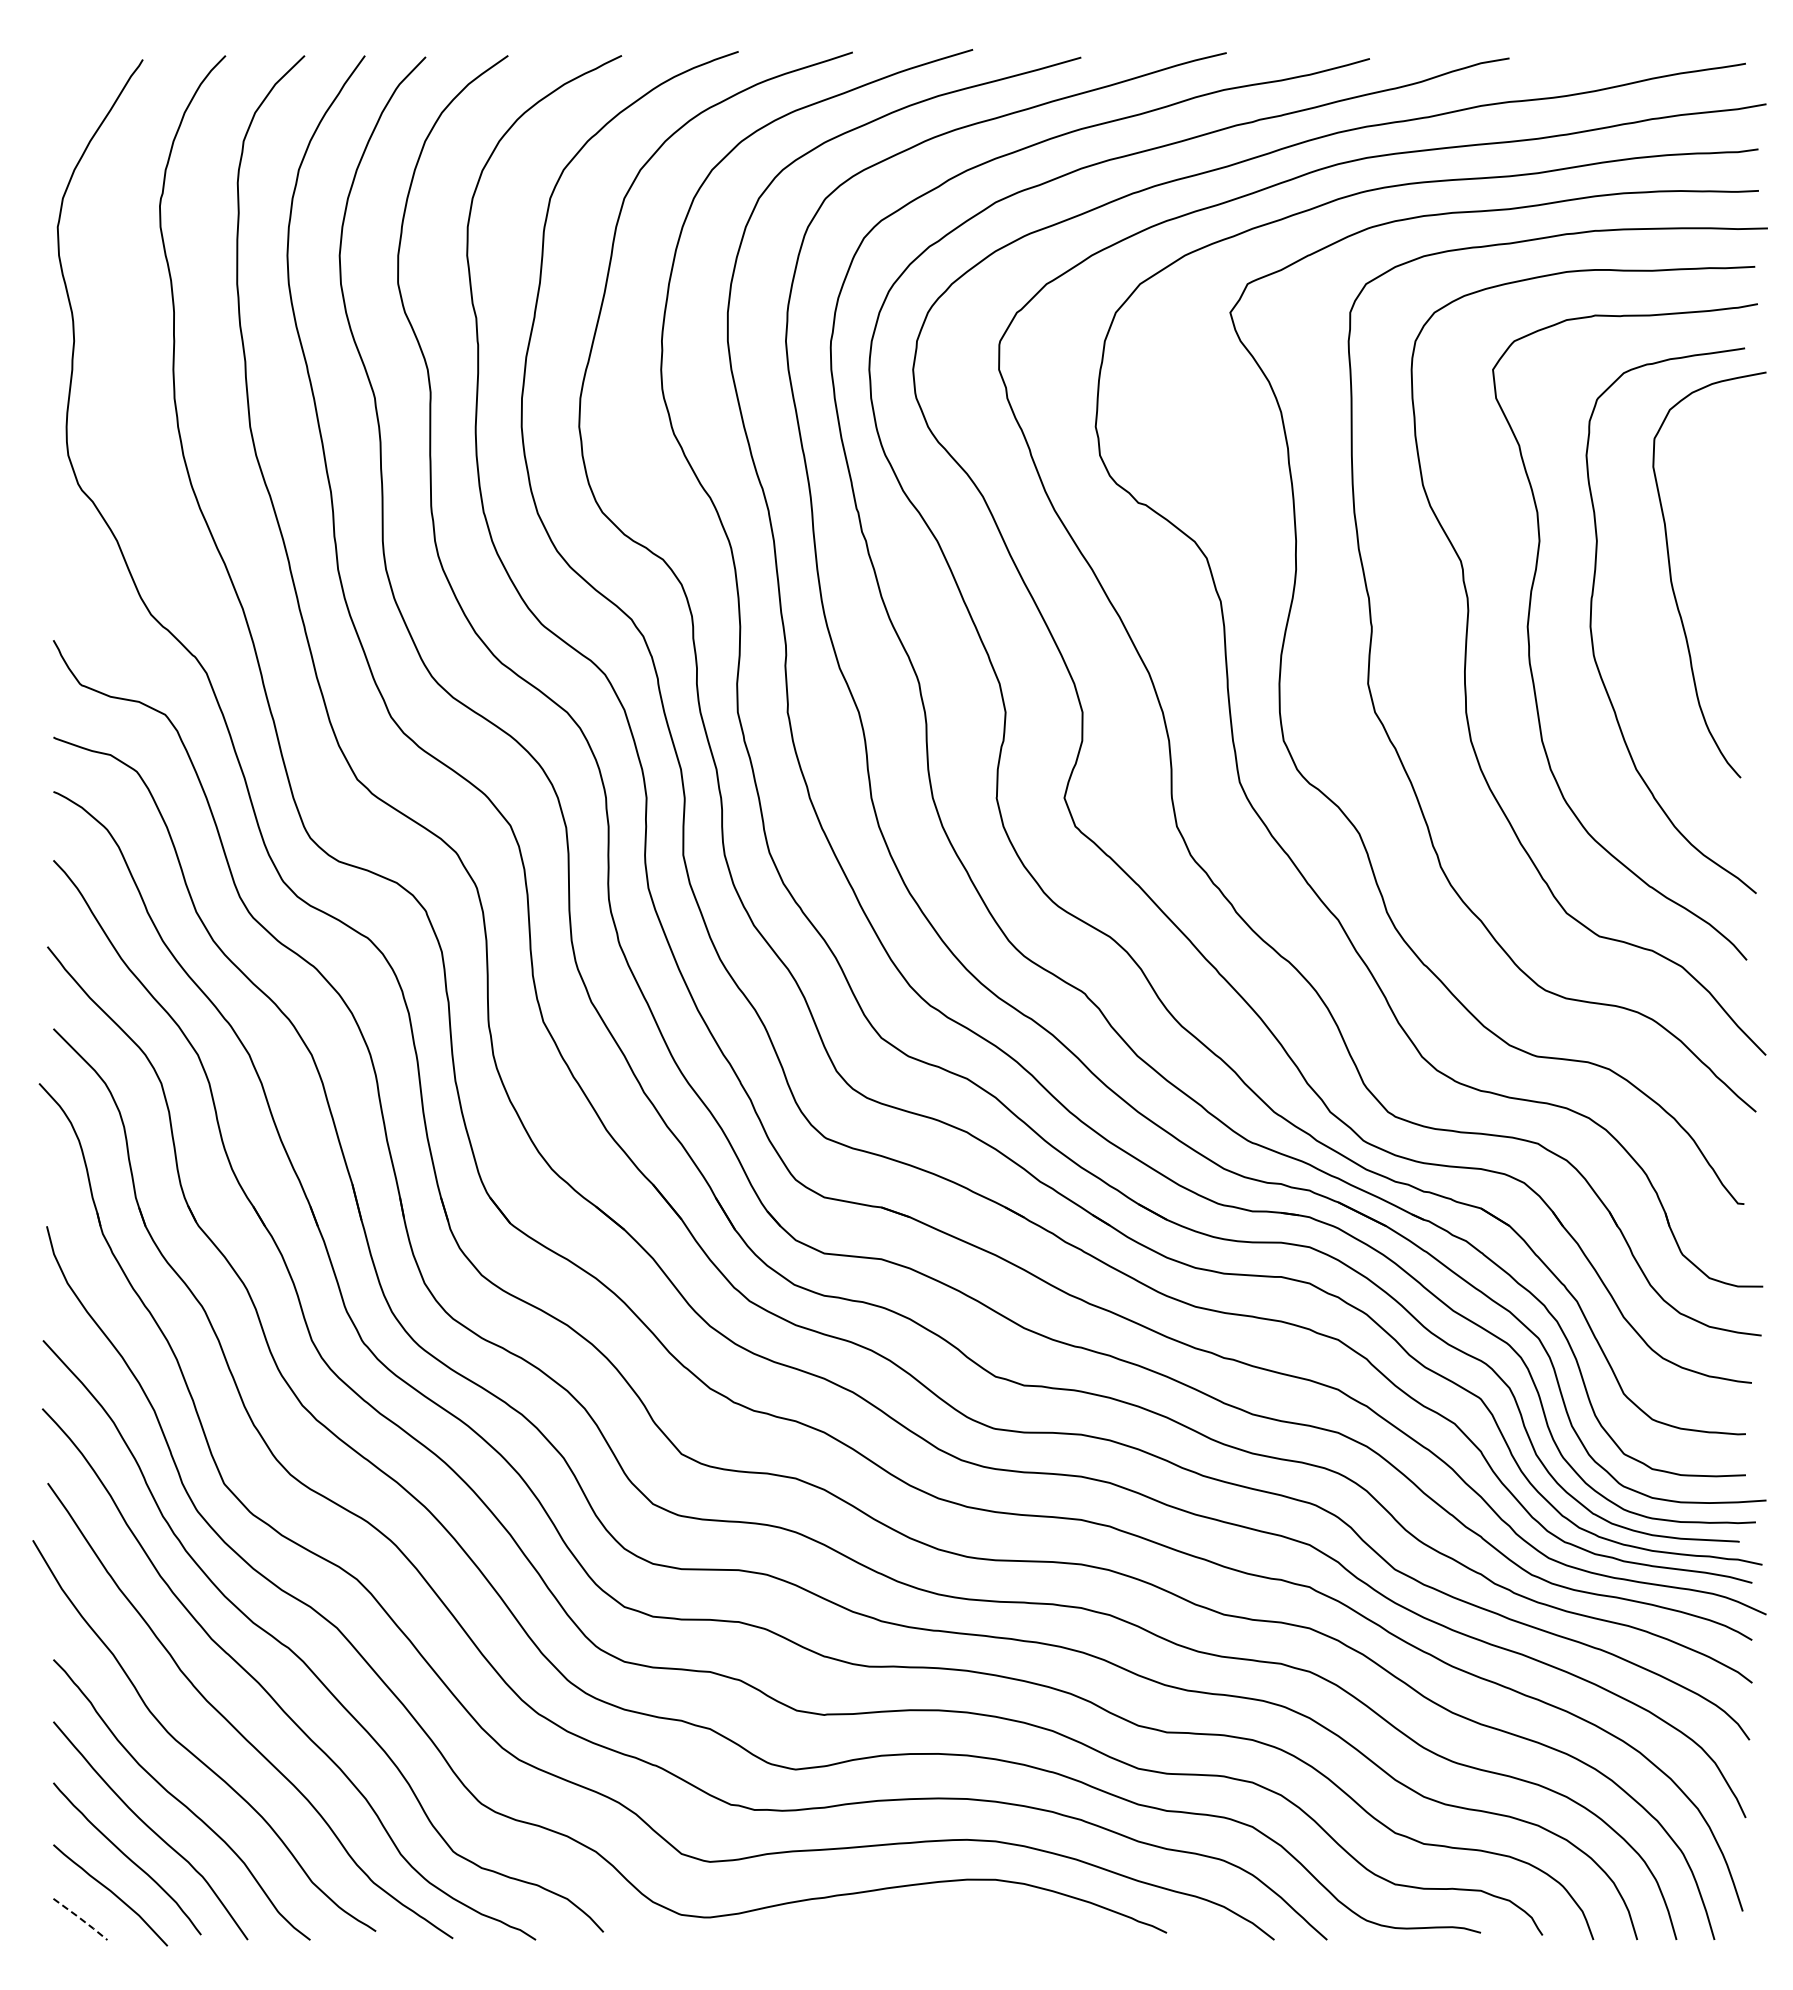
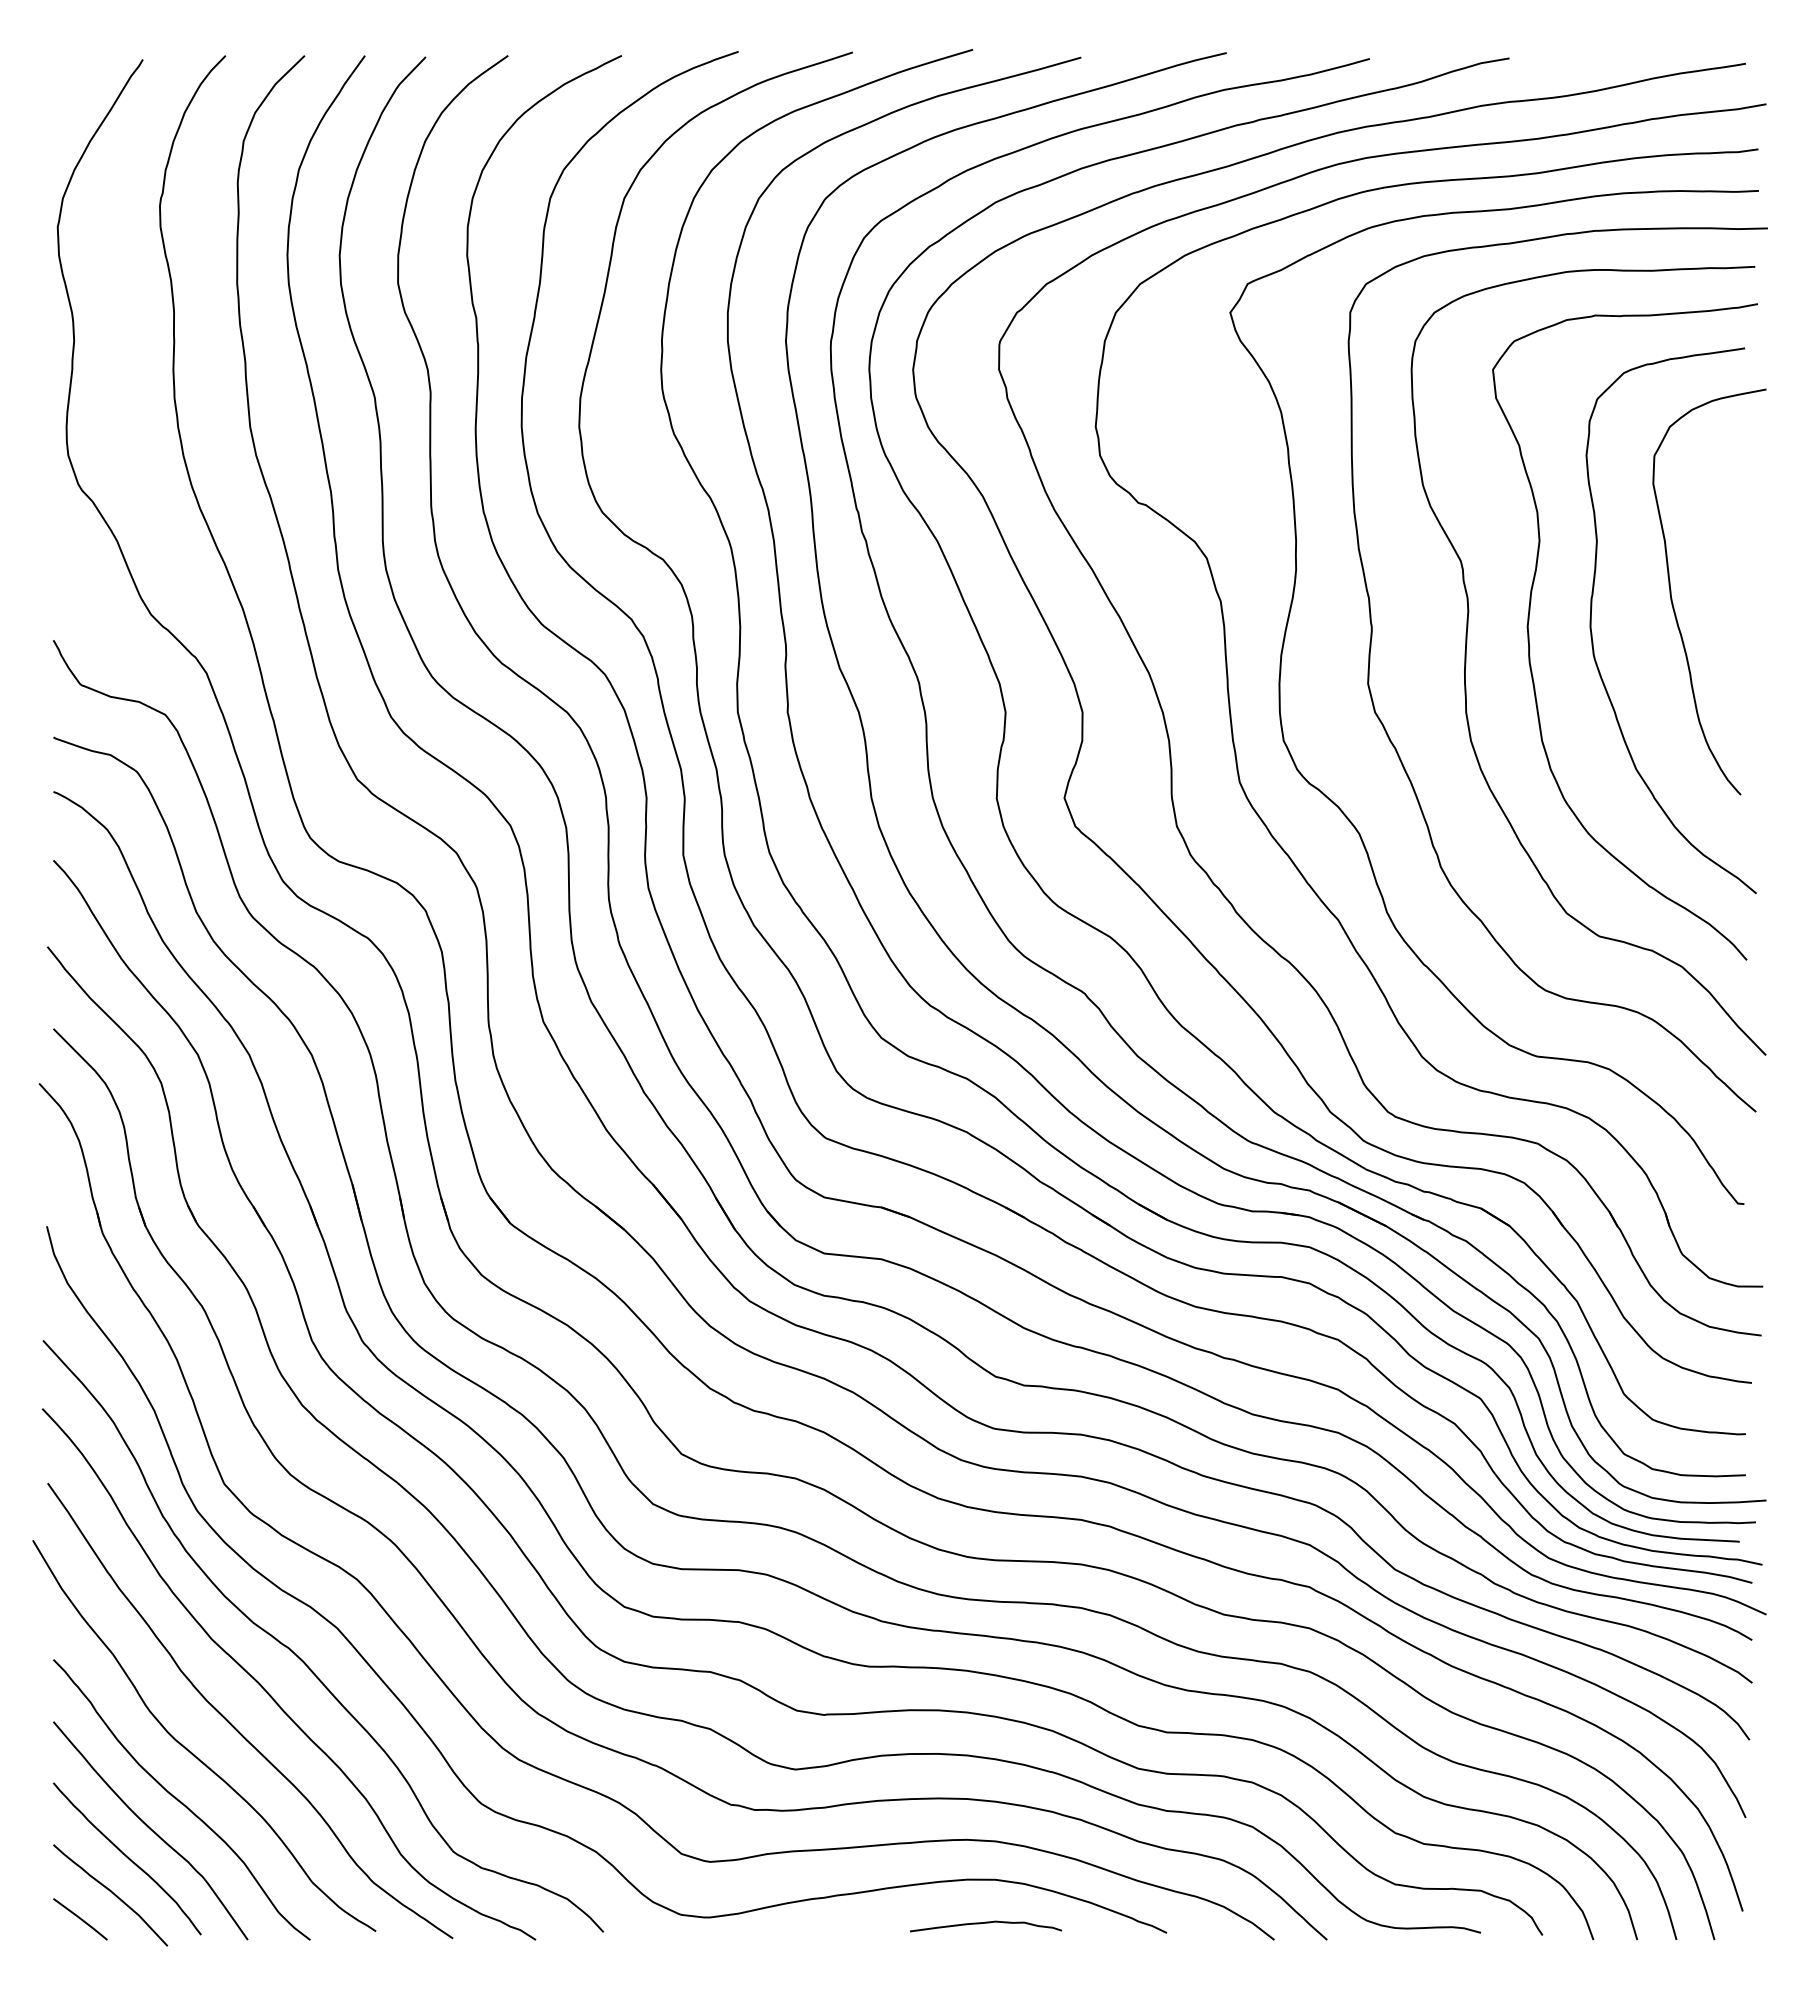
curve at (1672, 581) position: (1672, 581) -> (1672, 598)
line at (81, 1919): dashed -> solid
curve at (986, 1923): none -> present
